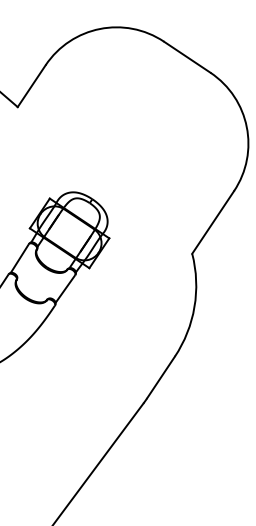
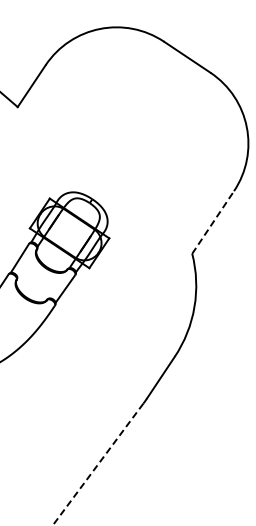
line at (213, 222): solid -> dashed
line at (98, 464): solid -> dashed
